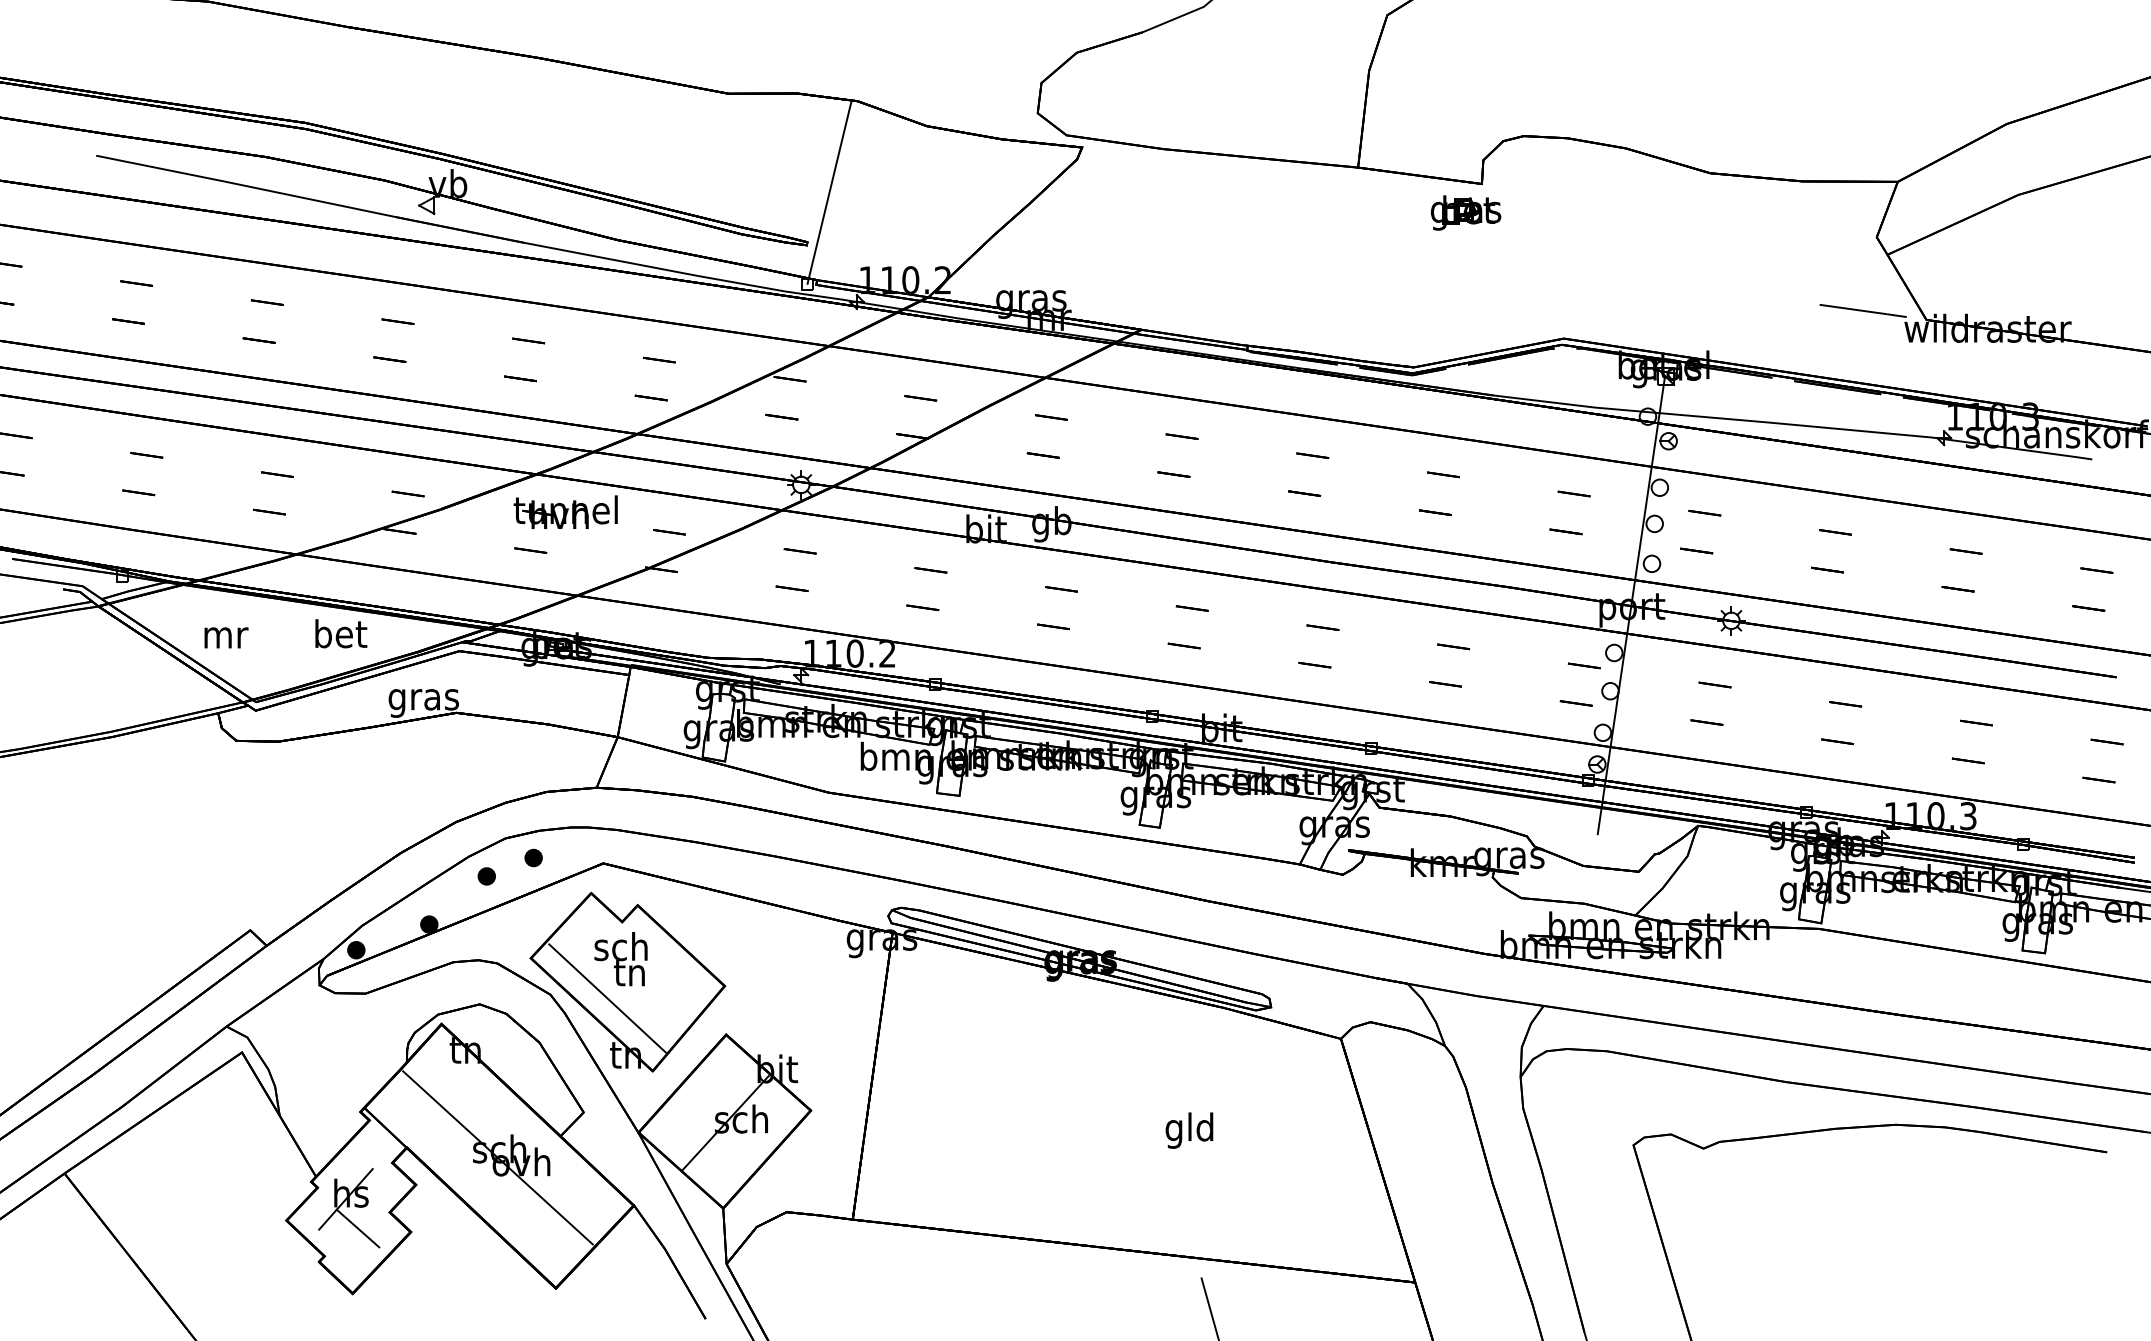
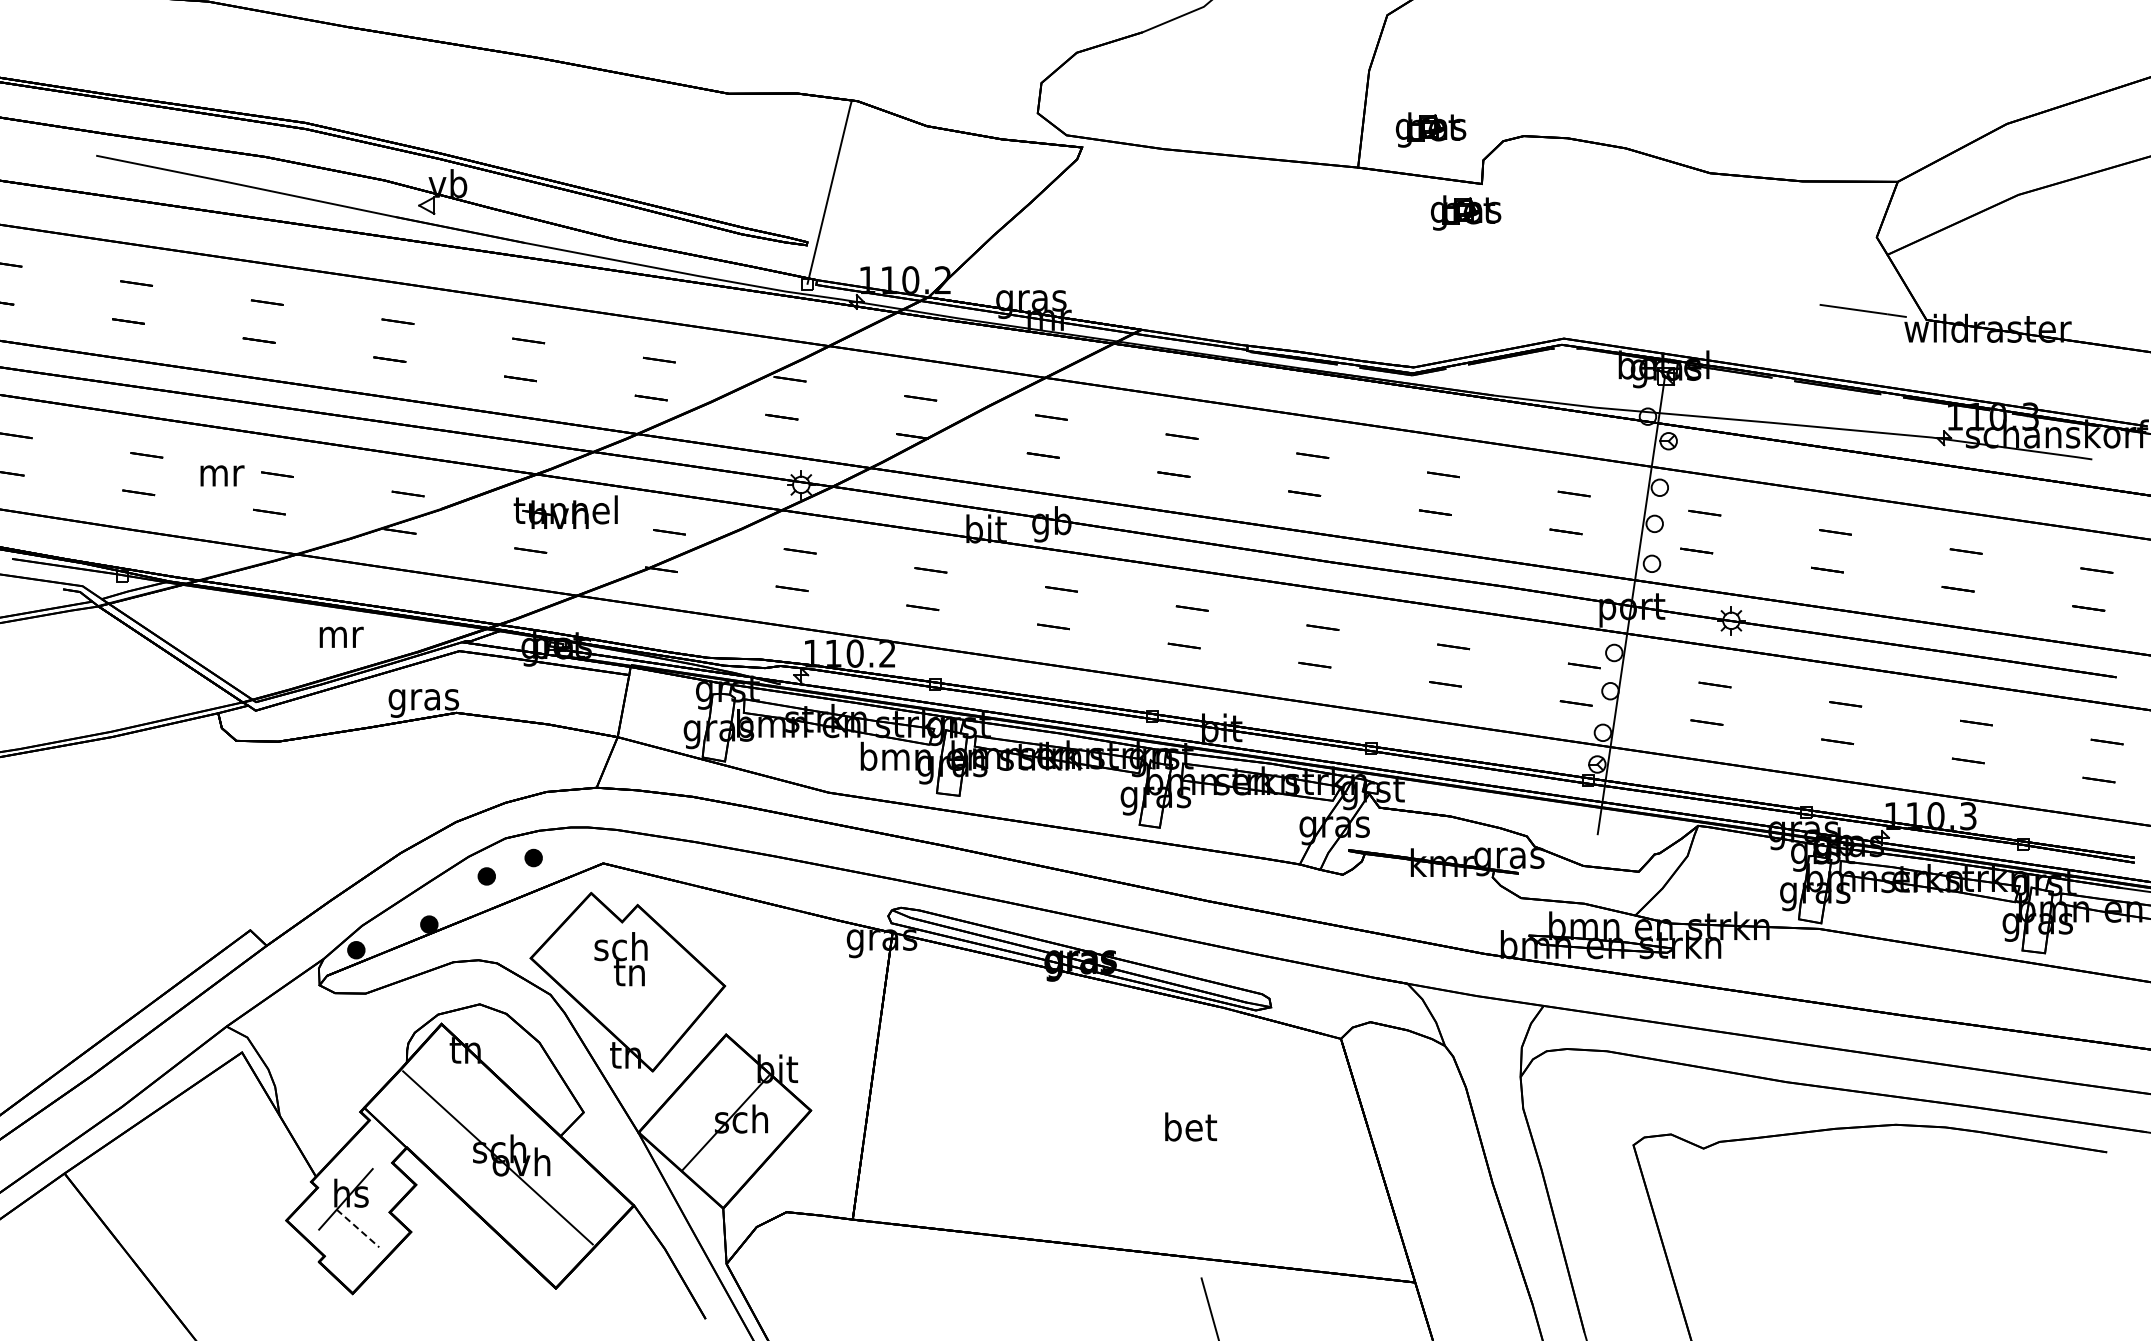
part at (1430, 129): none -> present
text at (341, 633): bet -> mr
text at (226, 637) position: (226, 637) -> (222, 475)
line at (607, 998): present -> none
text at (1191, 1130): gld -> bet
line at (358, 1228): solid -> dashed
